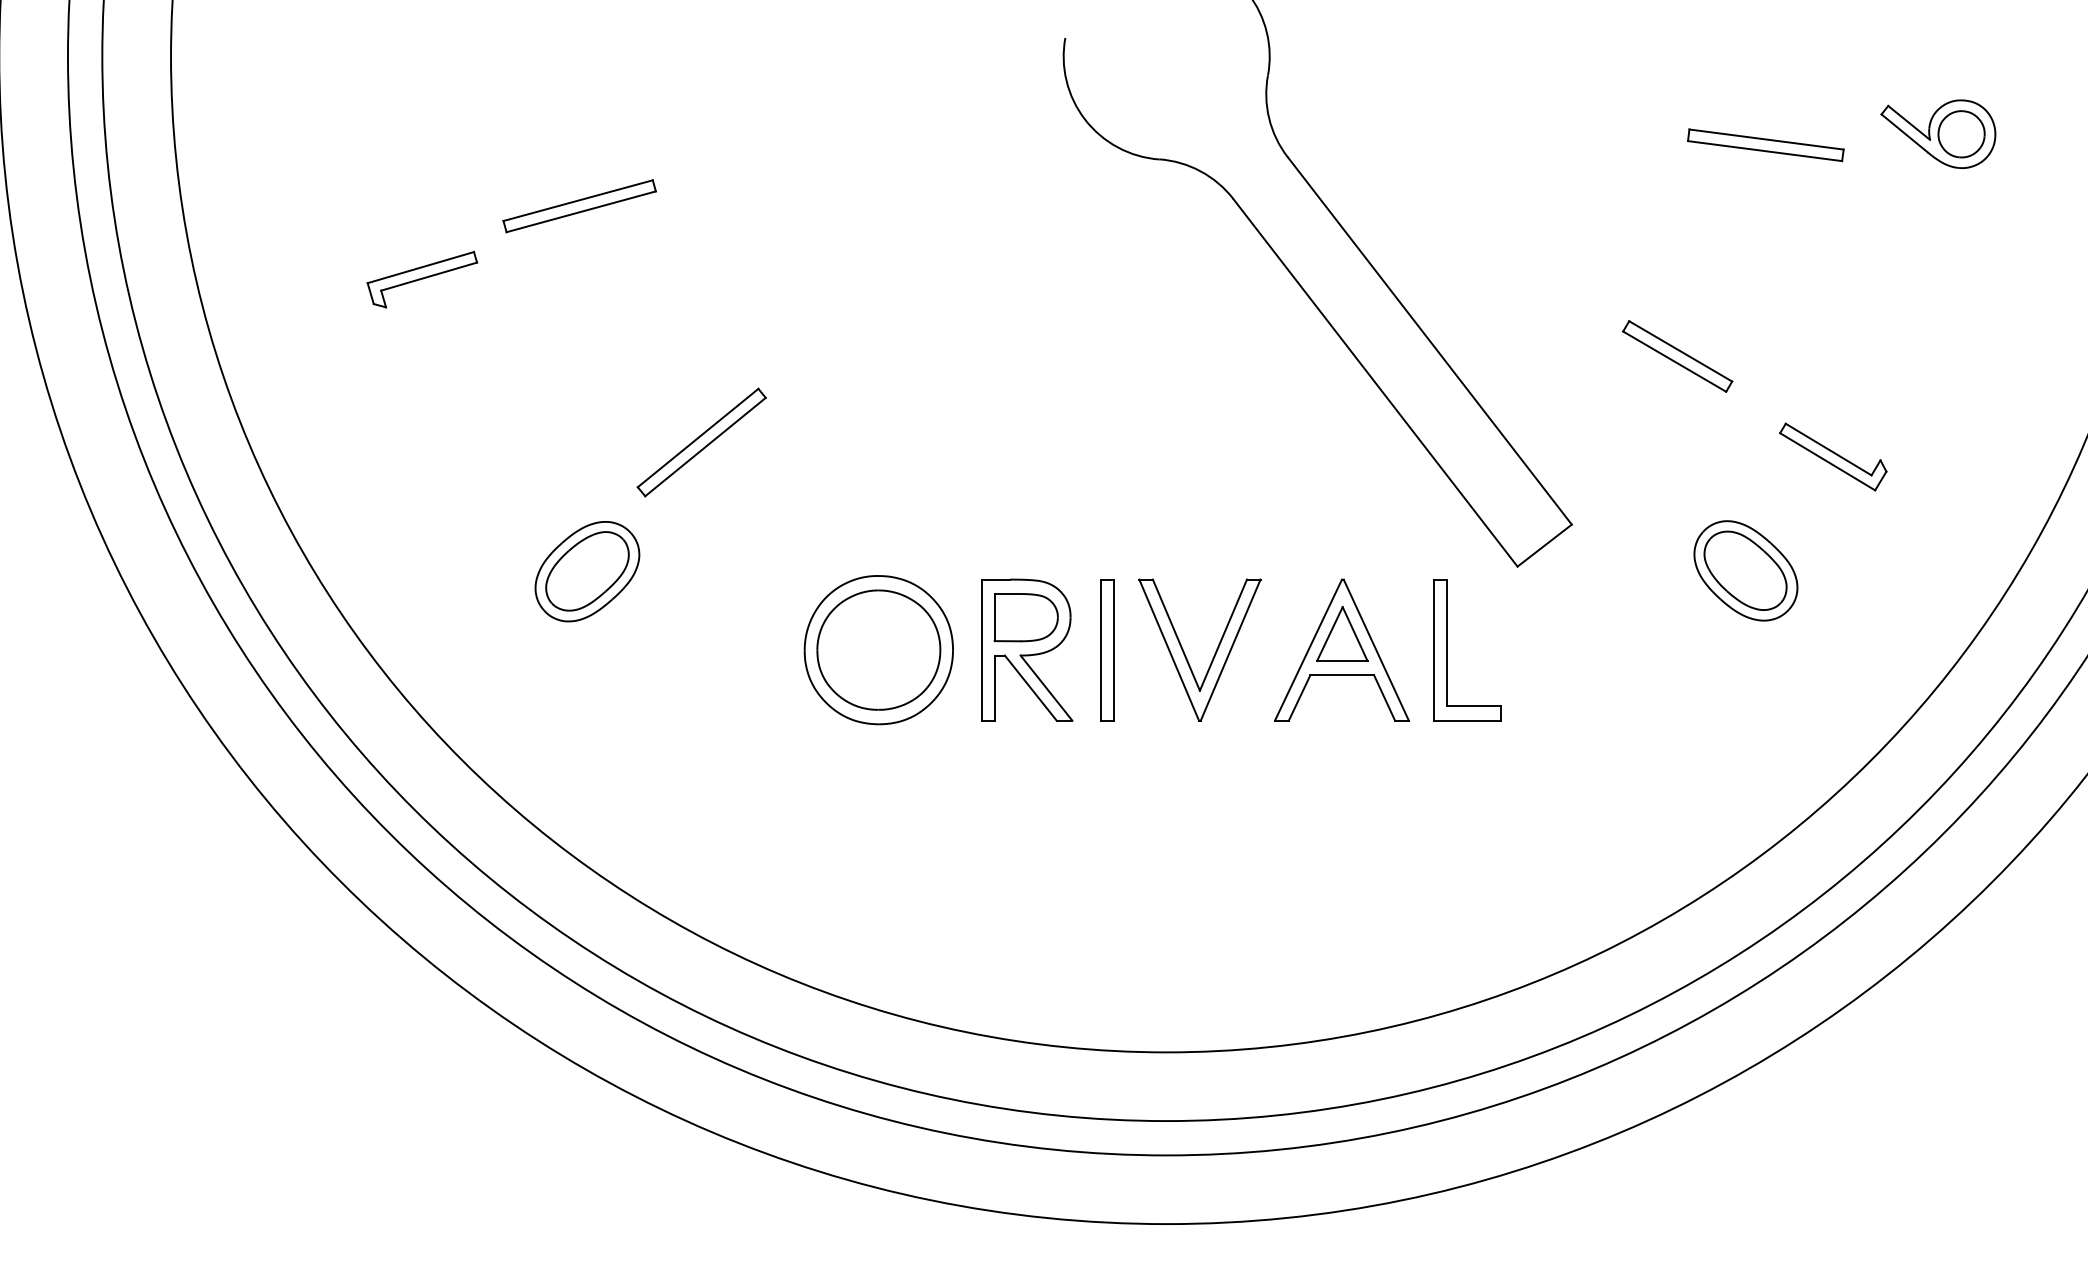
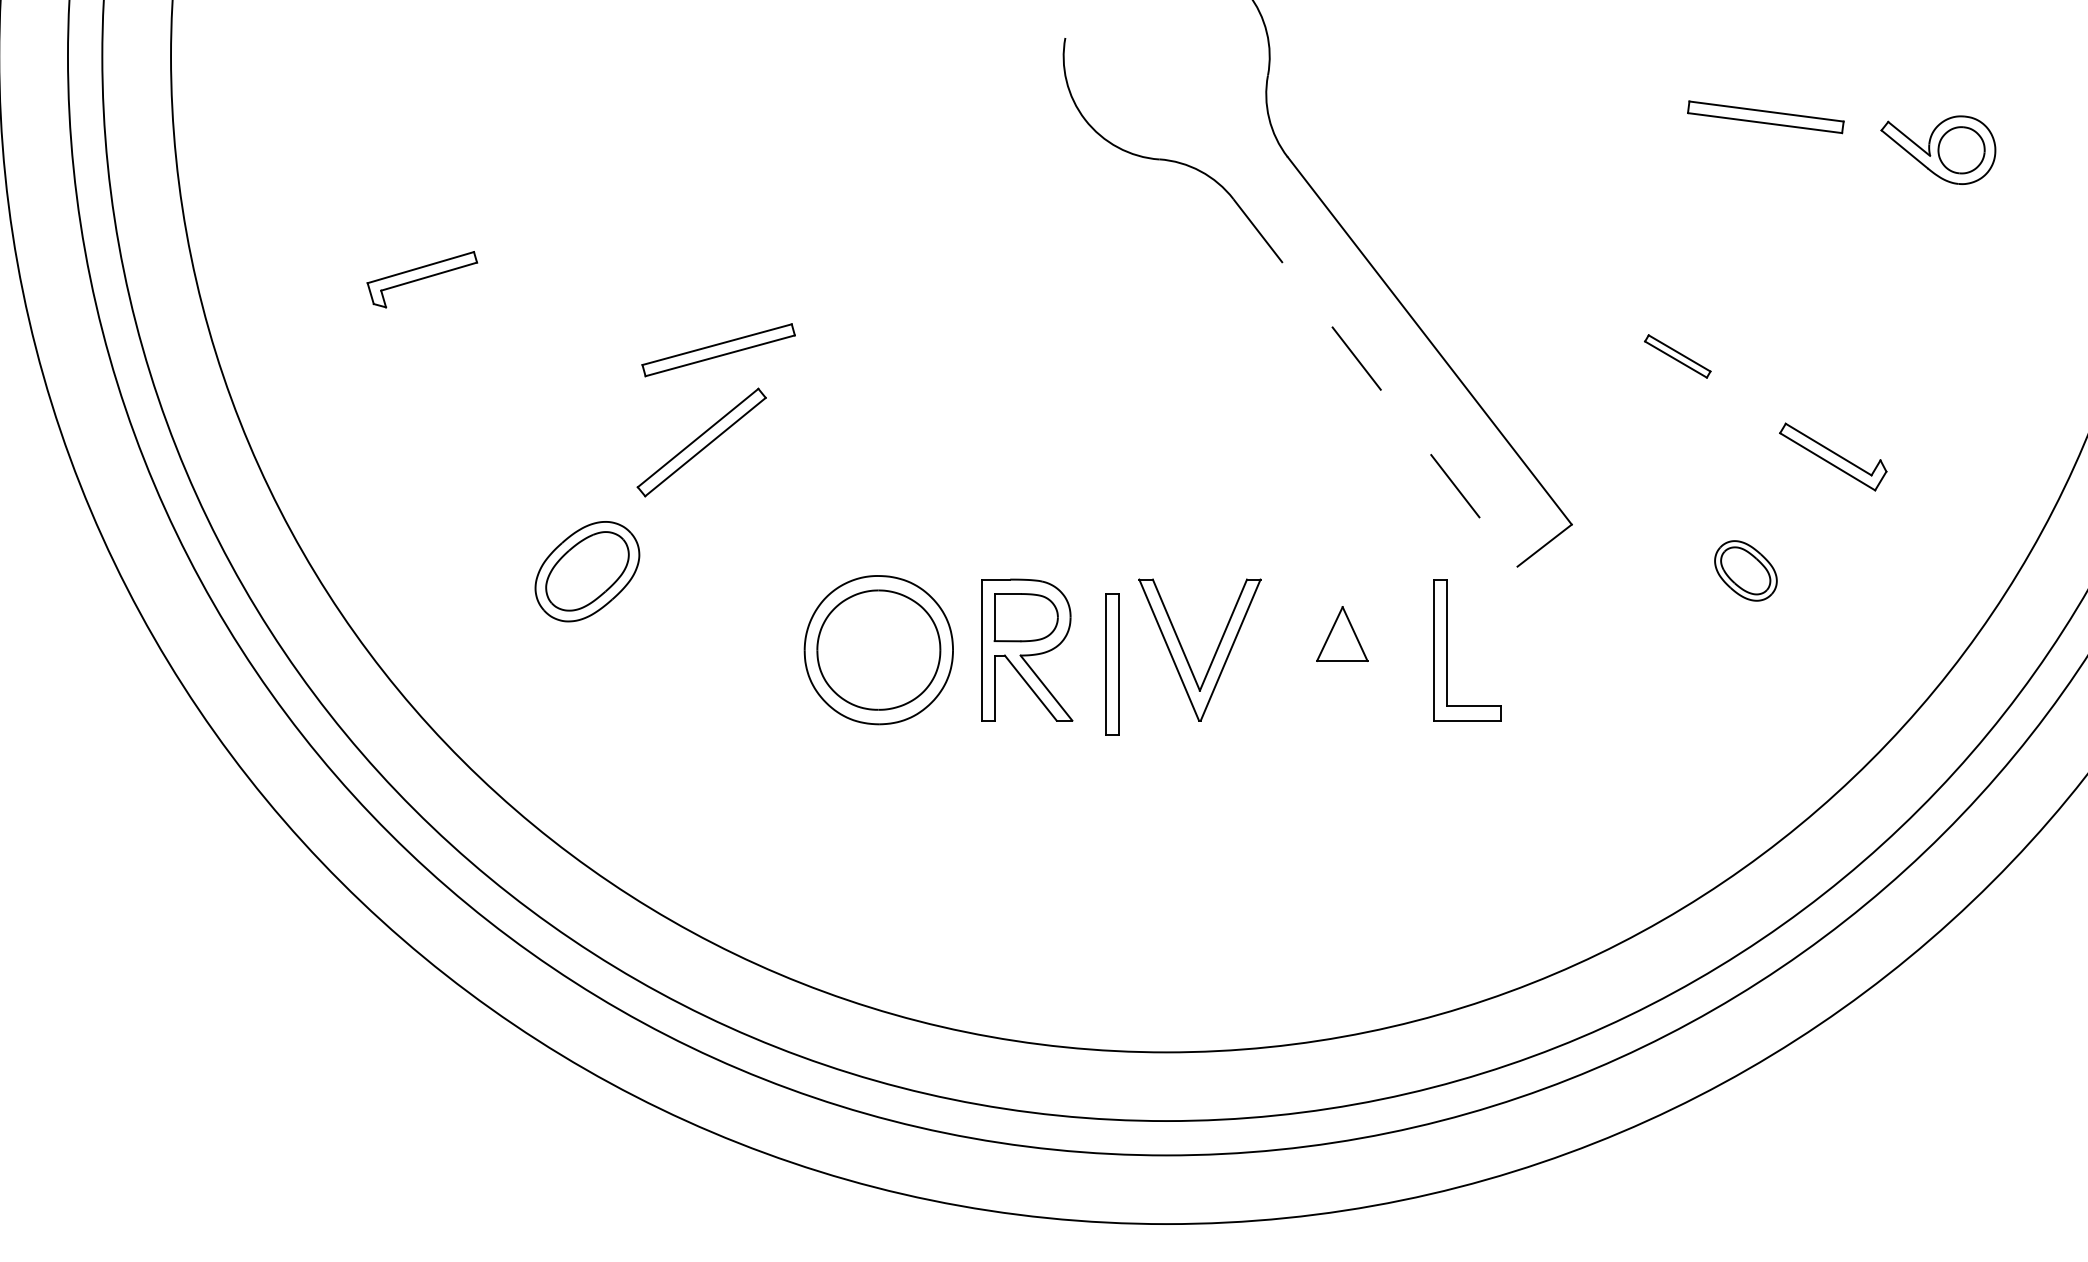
part at (1938, 133) position: (1938, 133) -> (1938, 149)
part at (1765, 145) position: (1765, 145) -> (1765, 117)
part at (579, 206) position: (579, 206) -> (718, 350)
part at (1677, 356) size: 112x73 px -> 68x45 px
line at (1375, 383): solid -> dashed
part at (1745, 570) size: 106x102 px -> 64x62 px
part at (1341, 649): present -> none
part at (1107, 650) position: (1107, 650) -> (1112, 664)
